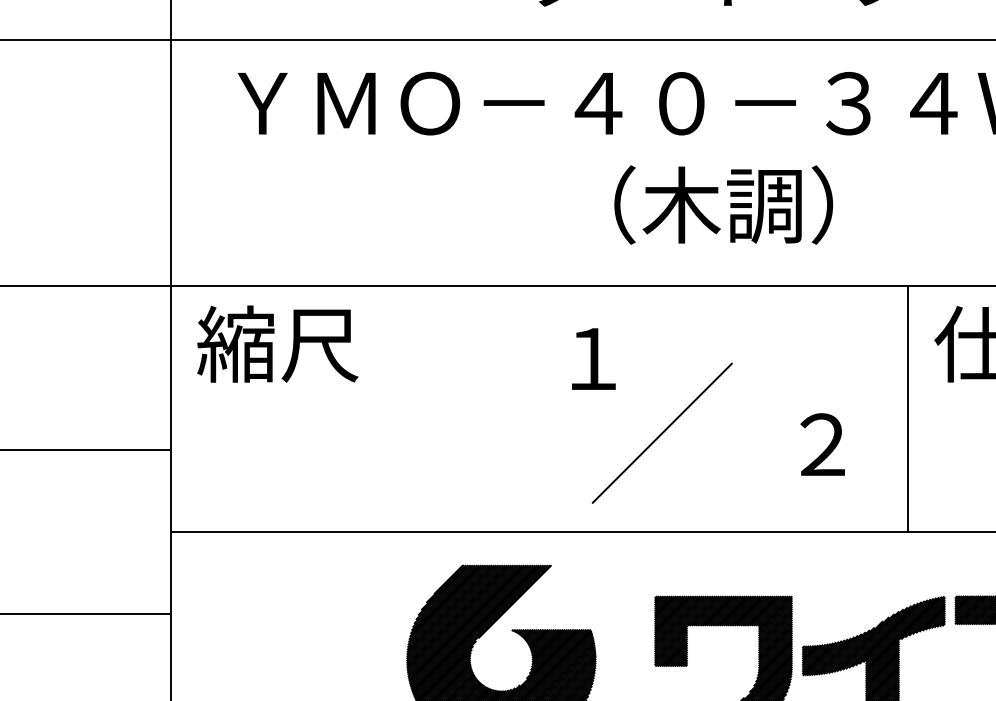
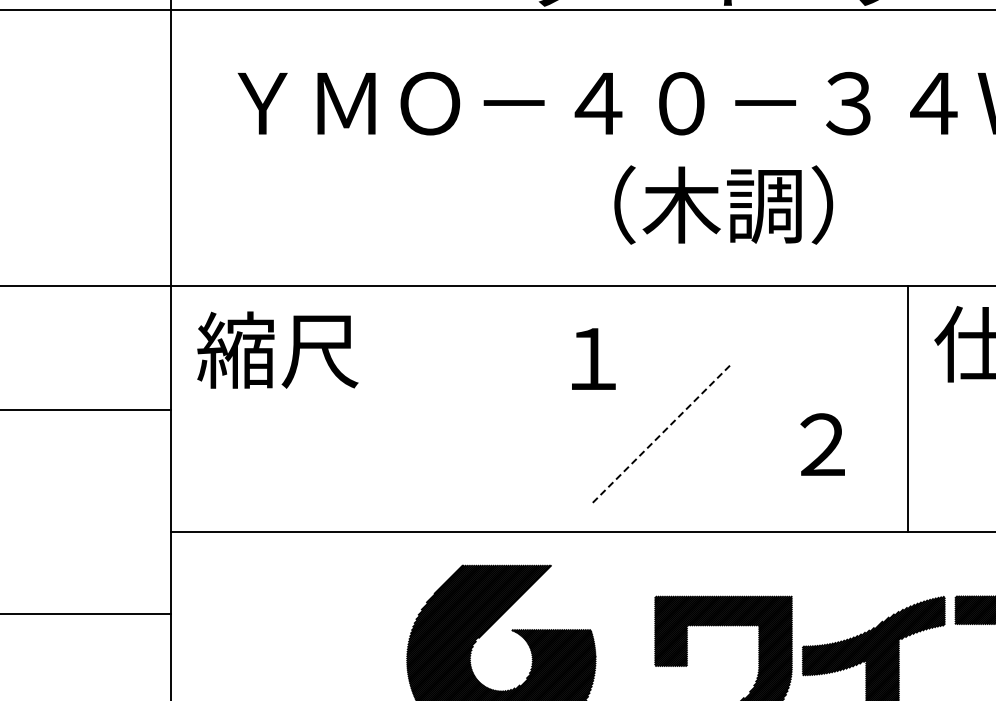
line at (497, 40) position: (497, 40) -> (497, 10)
text at (277, 343) position: (277, 343) -> (277, 349)
line at (662, 432): solid -> dashed
line at (86, 449) position: (86, 449) -> (86, 409)
